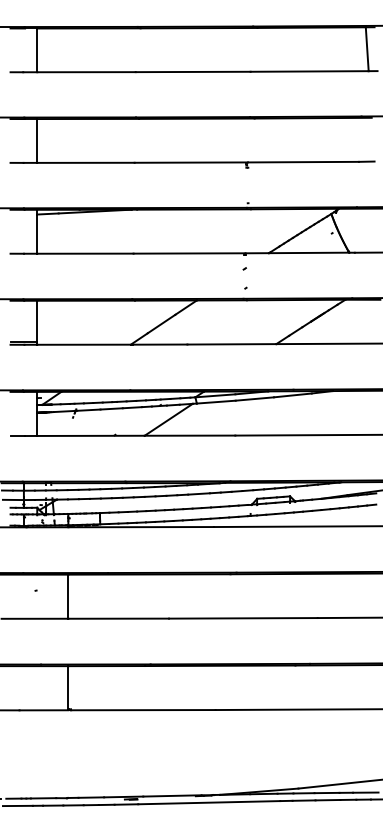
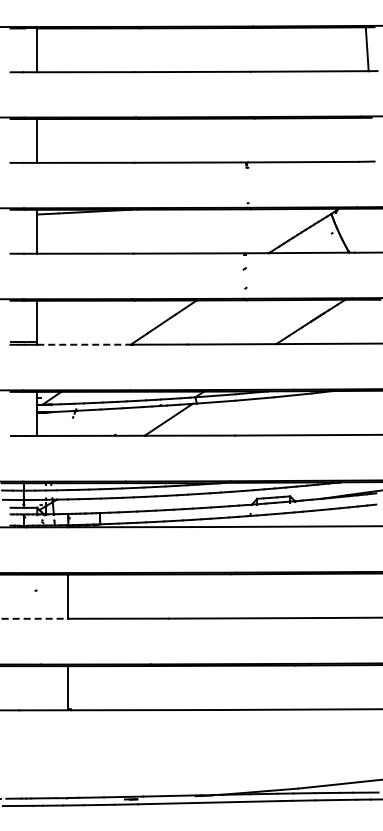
line at (84, 344): solid -> dashed
line at (35, 618): solid -> dashed
